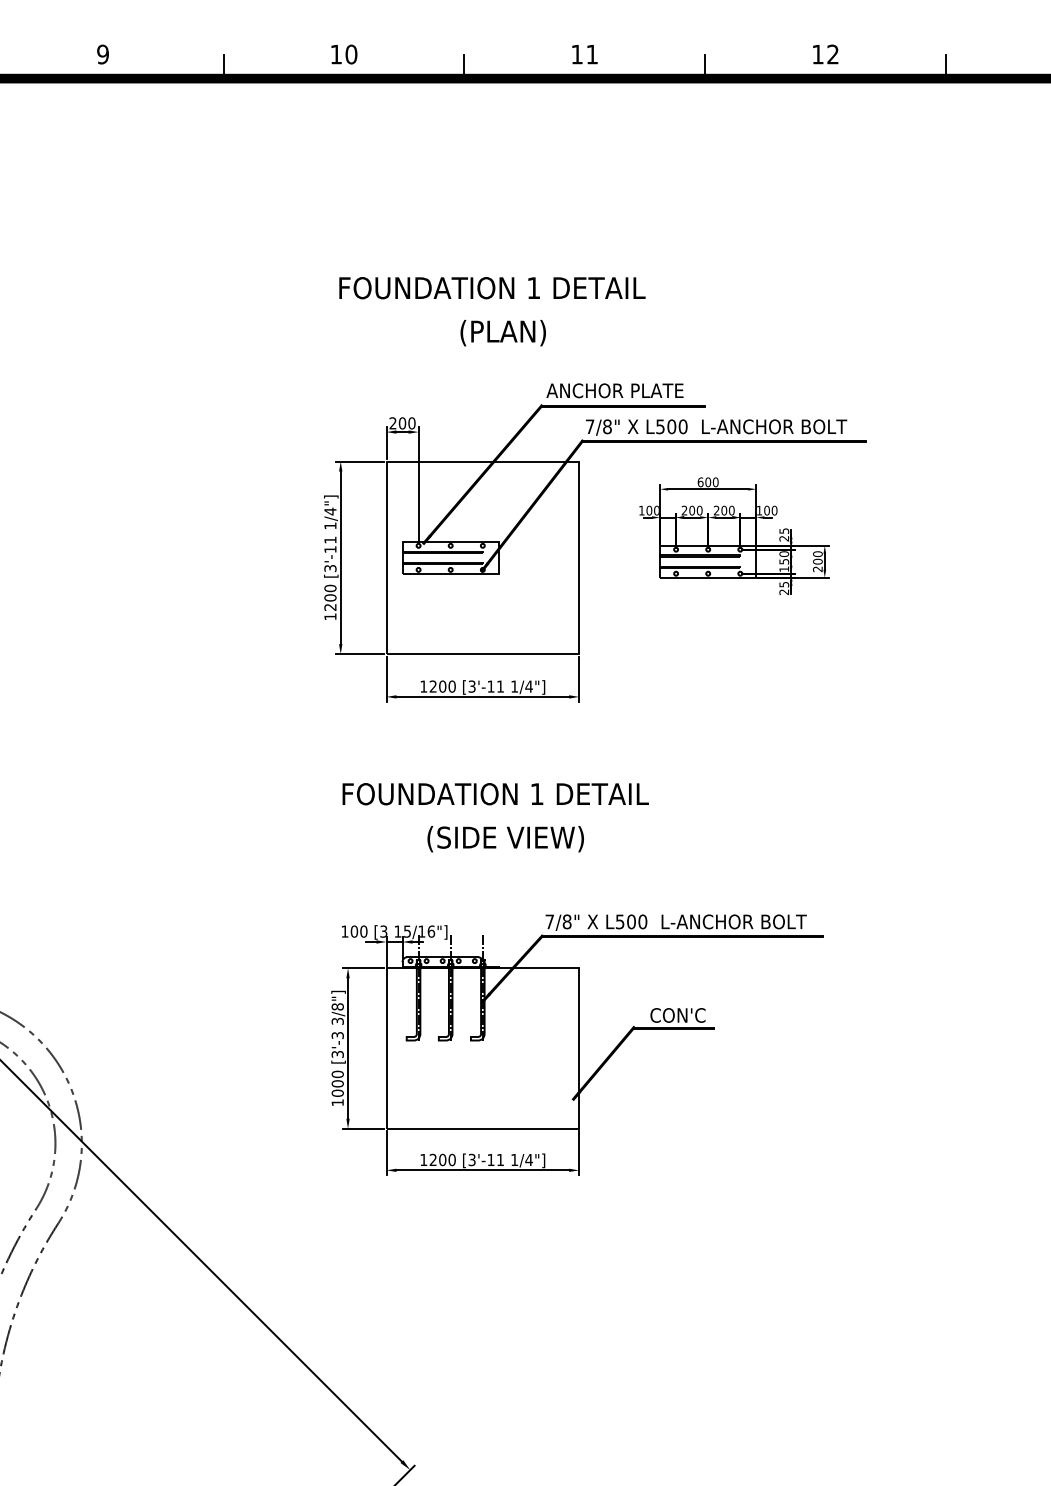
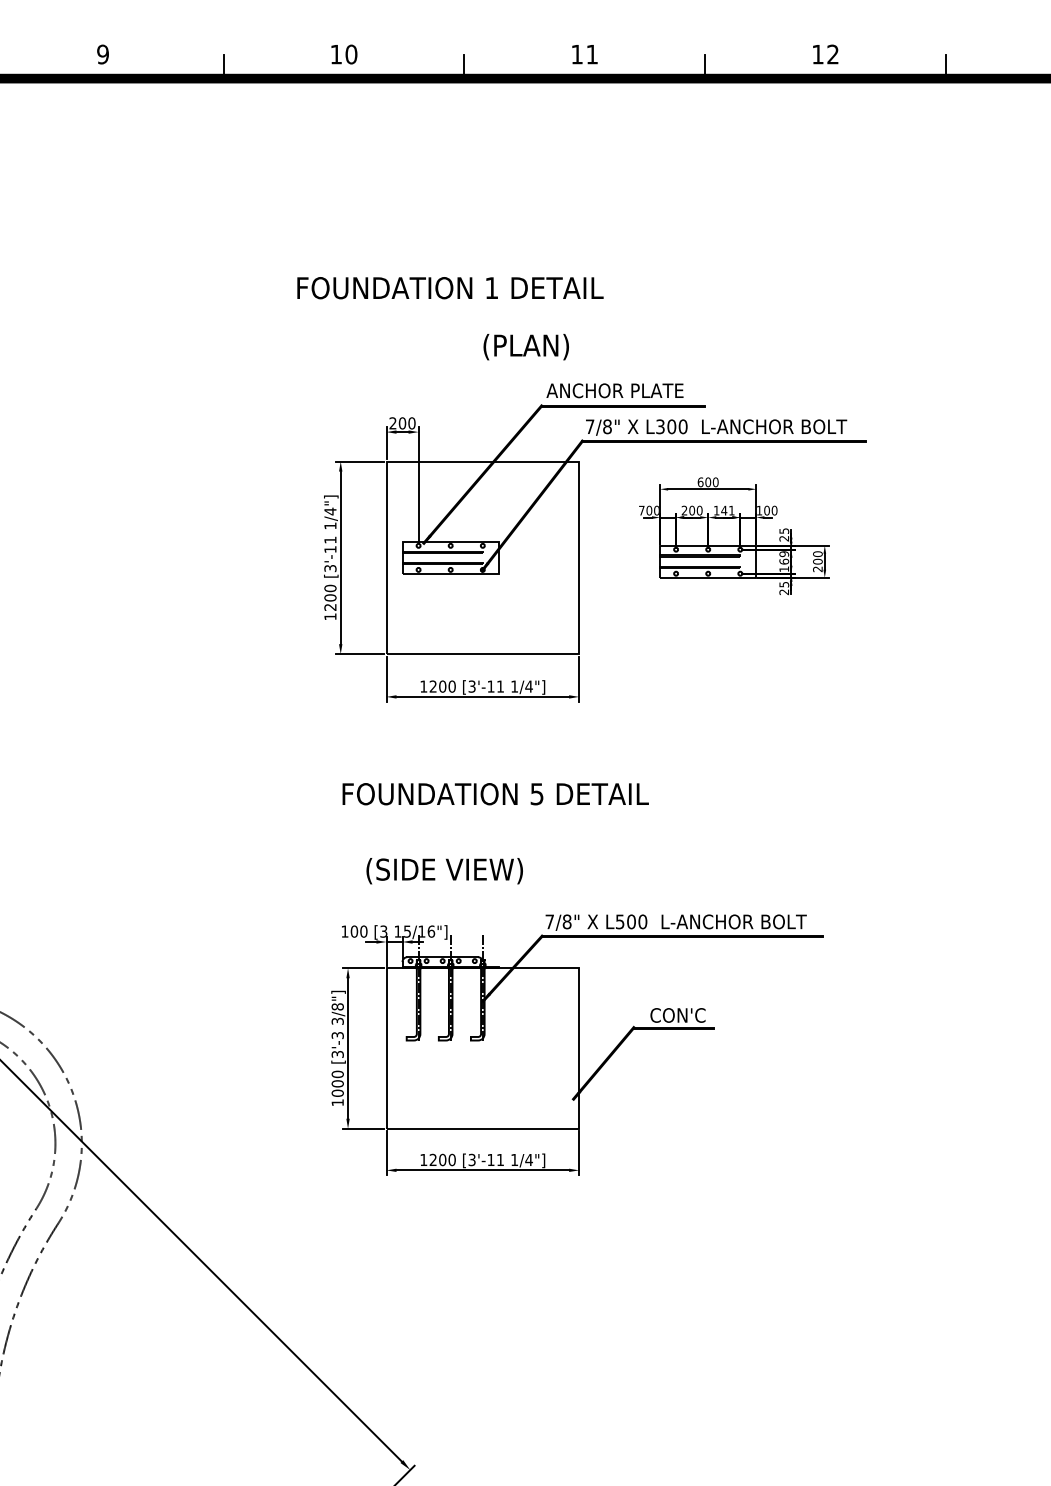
text at (492, 288) position: (492, 288) -> (450, 288)
text at (502, 333) position: (502, 333) -> (525, 347)
text at (660, 426): L500 -> L300
text at (641, 510): 100 -> 700
text at (723, 510): 200 -> 141
text at (784, 557): 150 -> 169
text at (536, 794): 1 -> 5
text at (505, 839) position: (505, 839) -> (444, 871)
